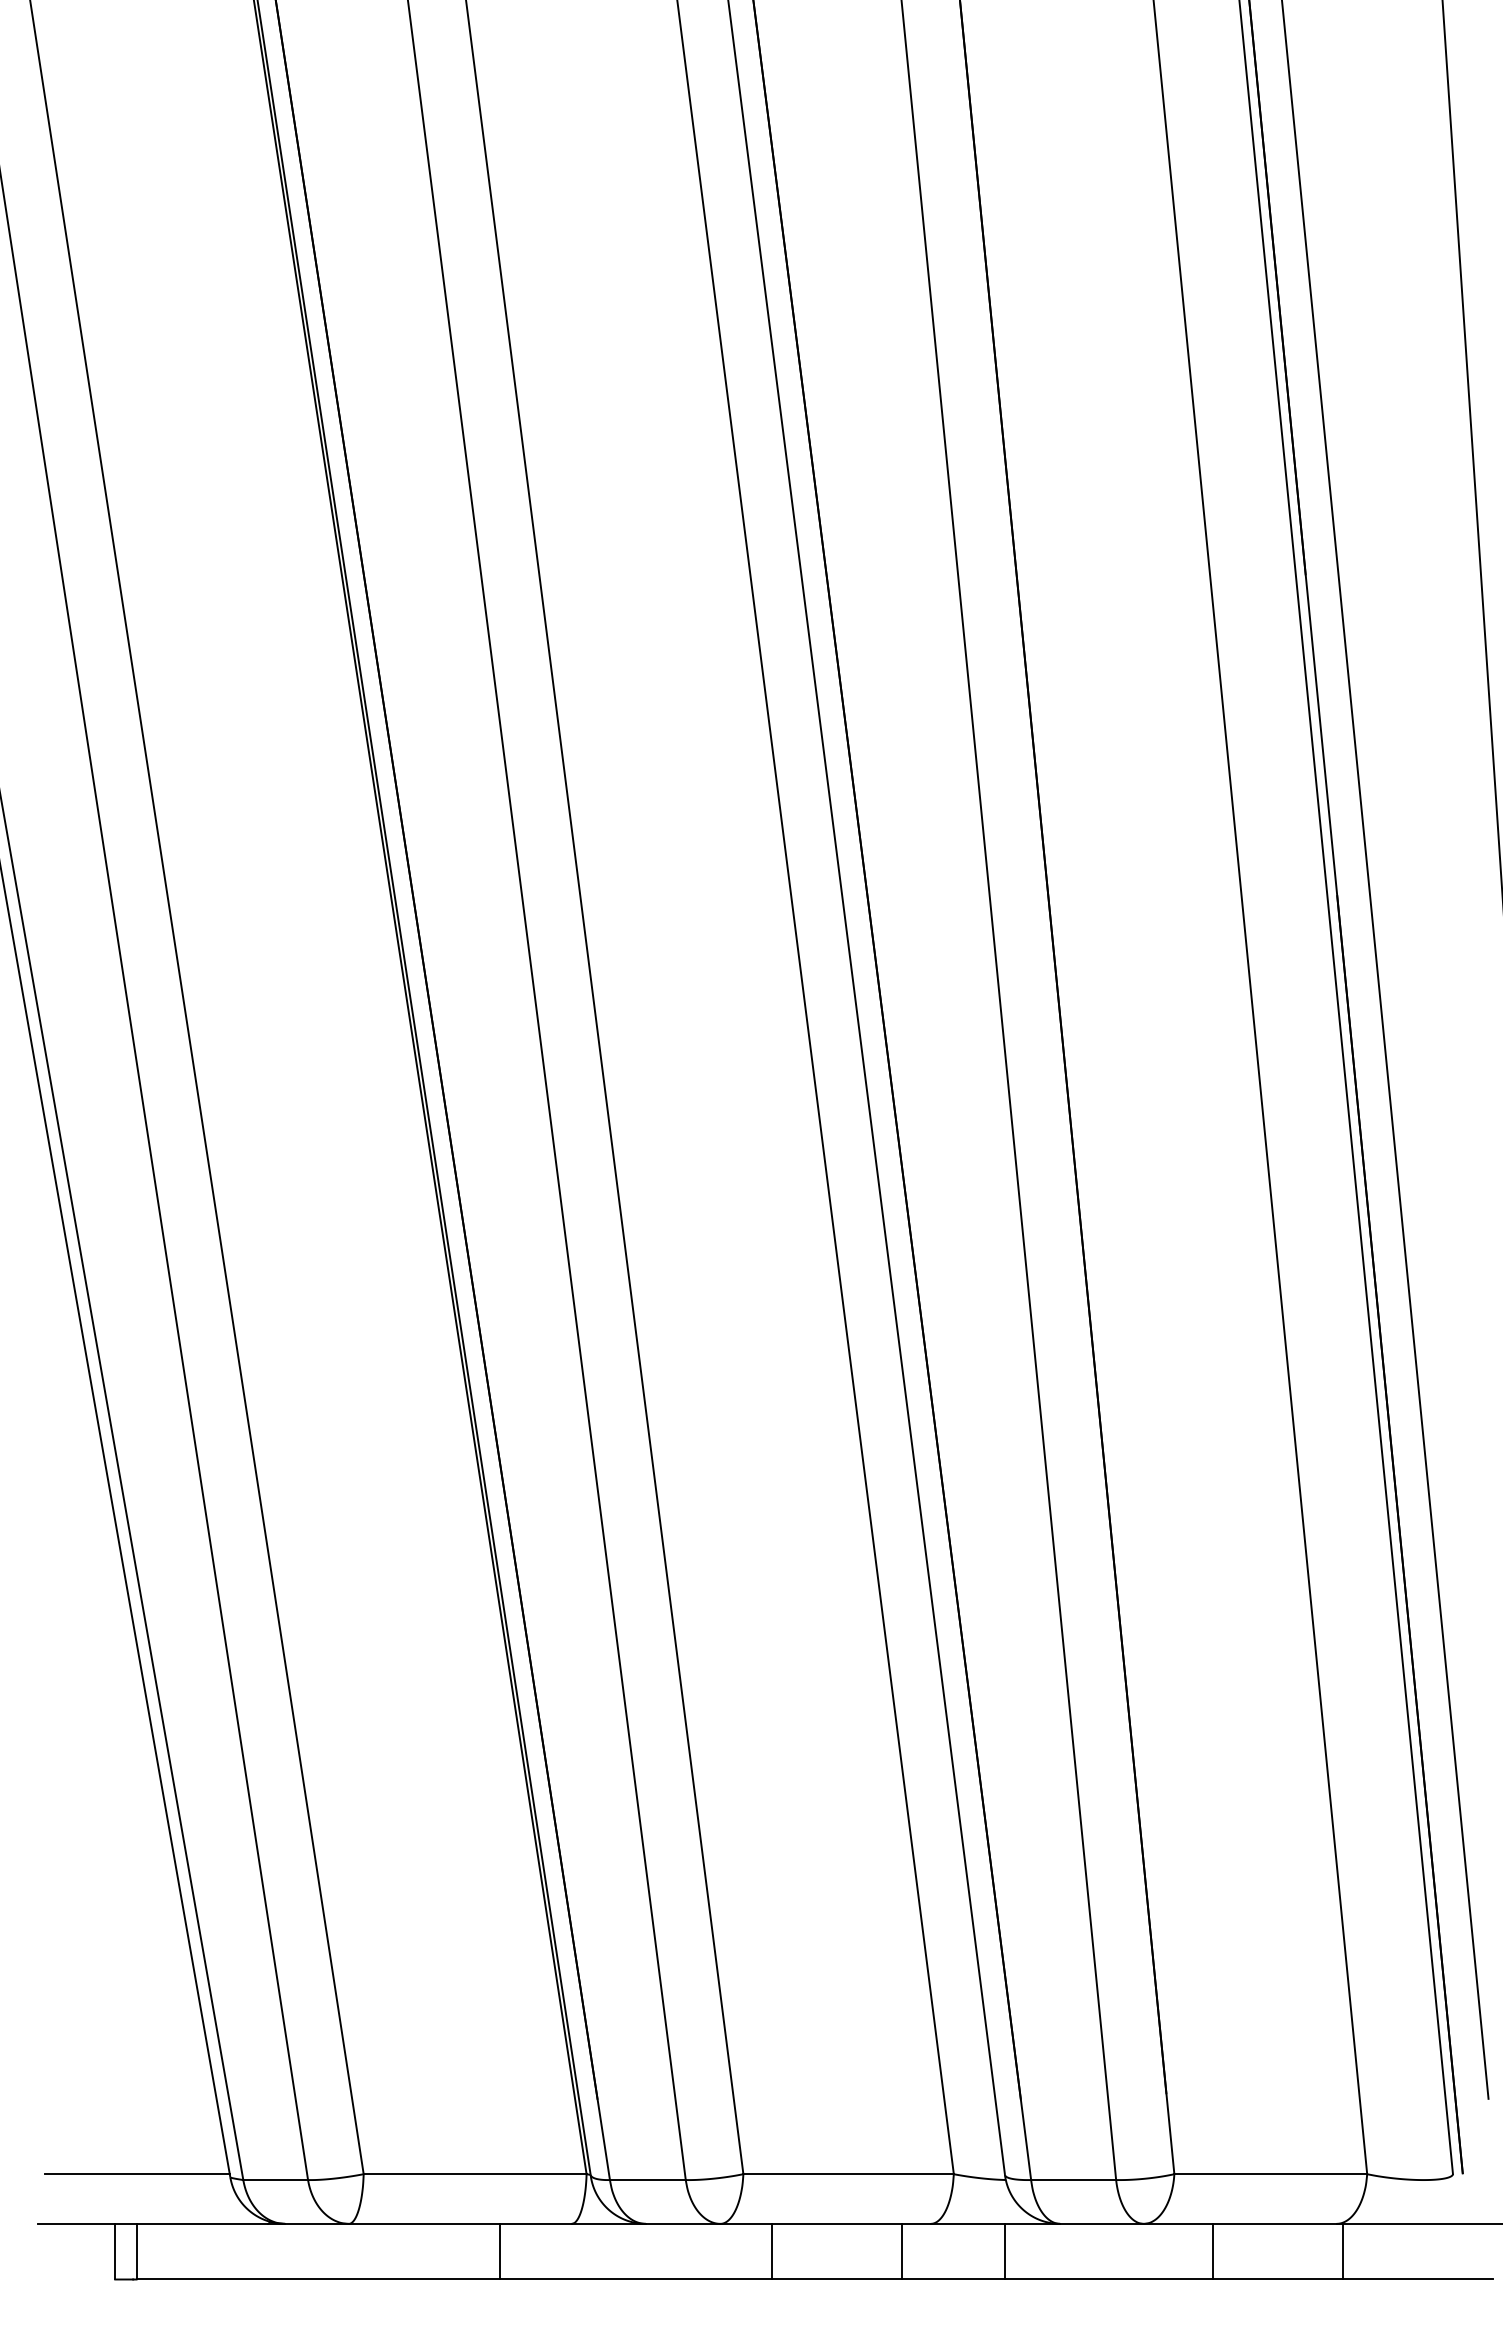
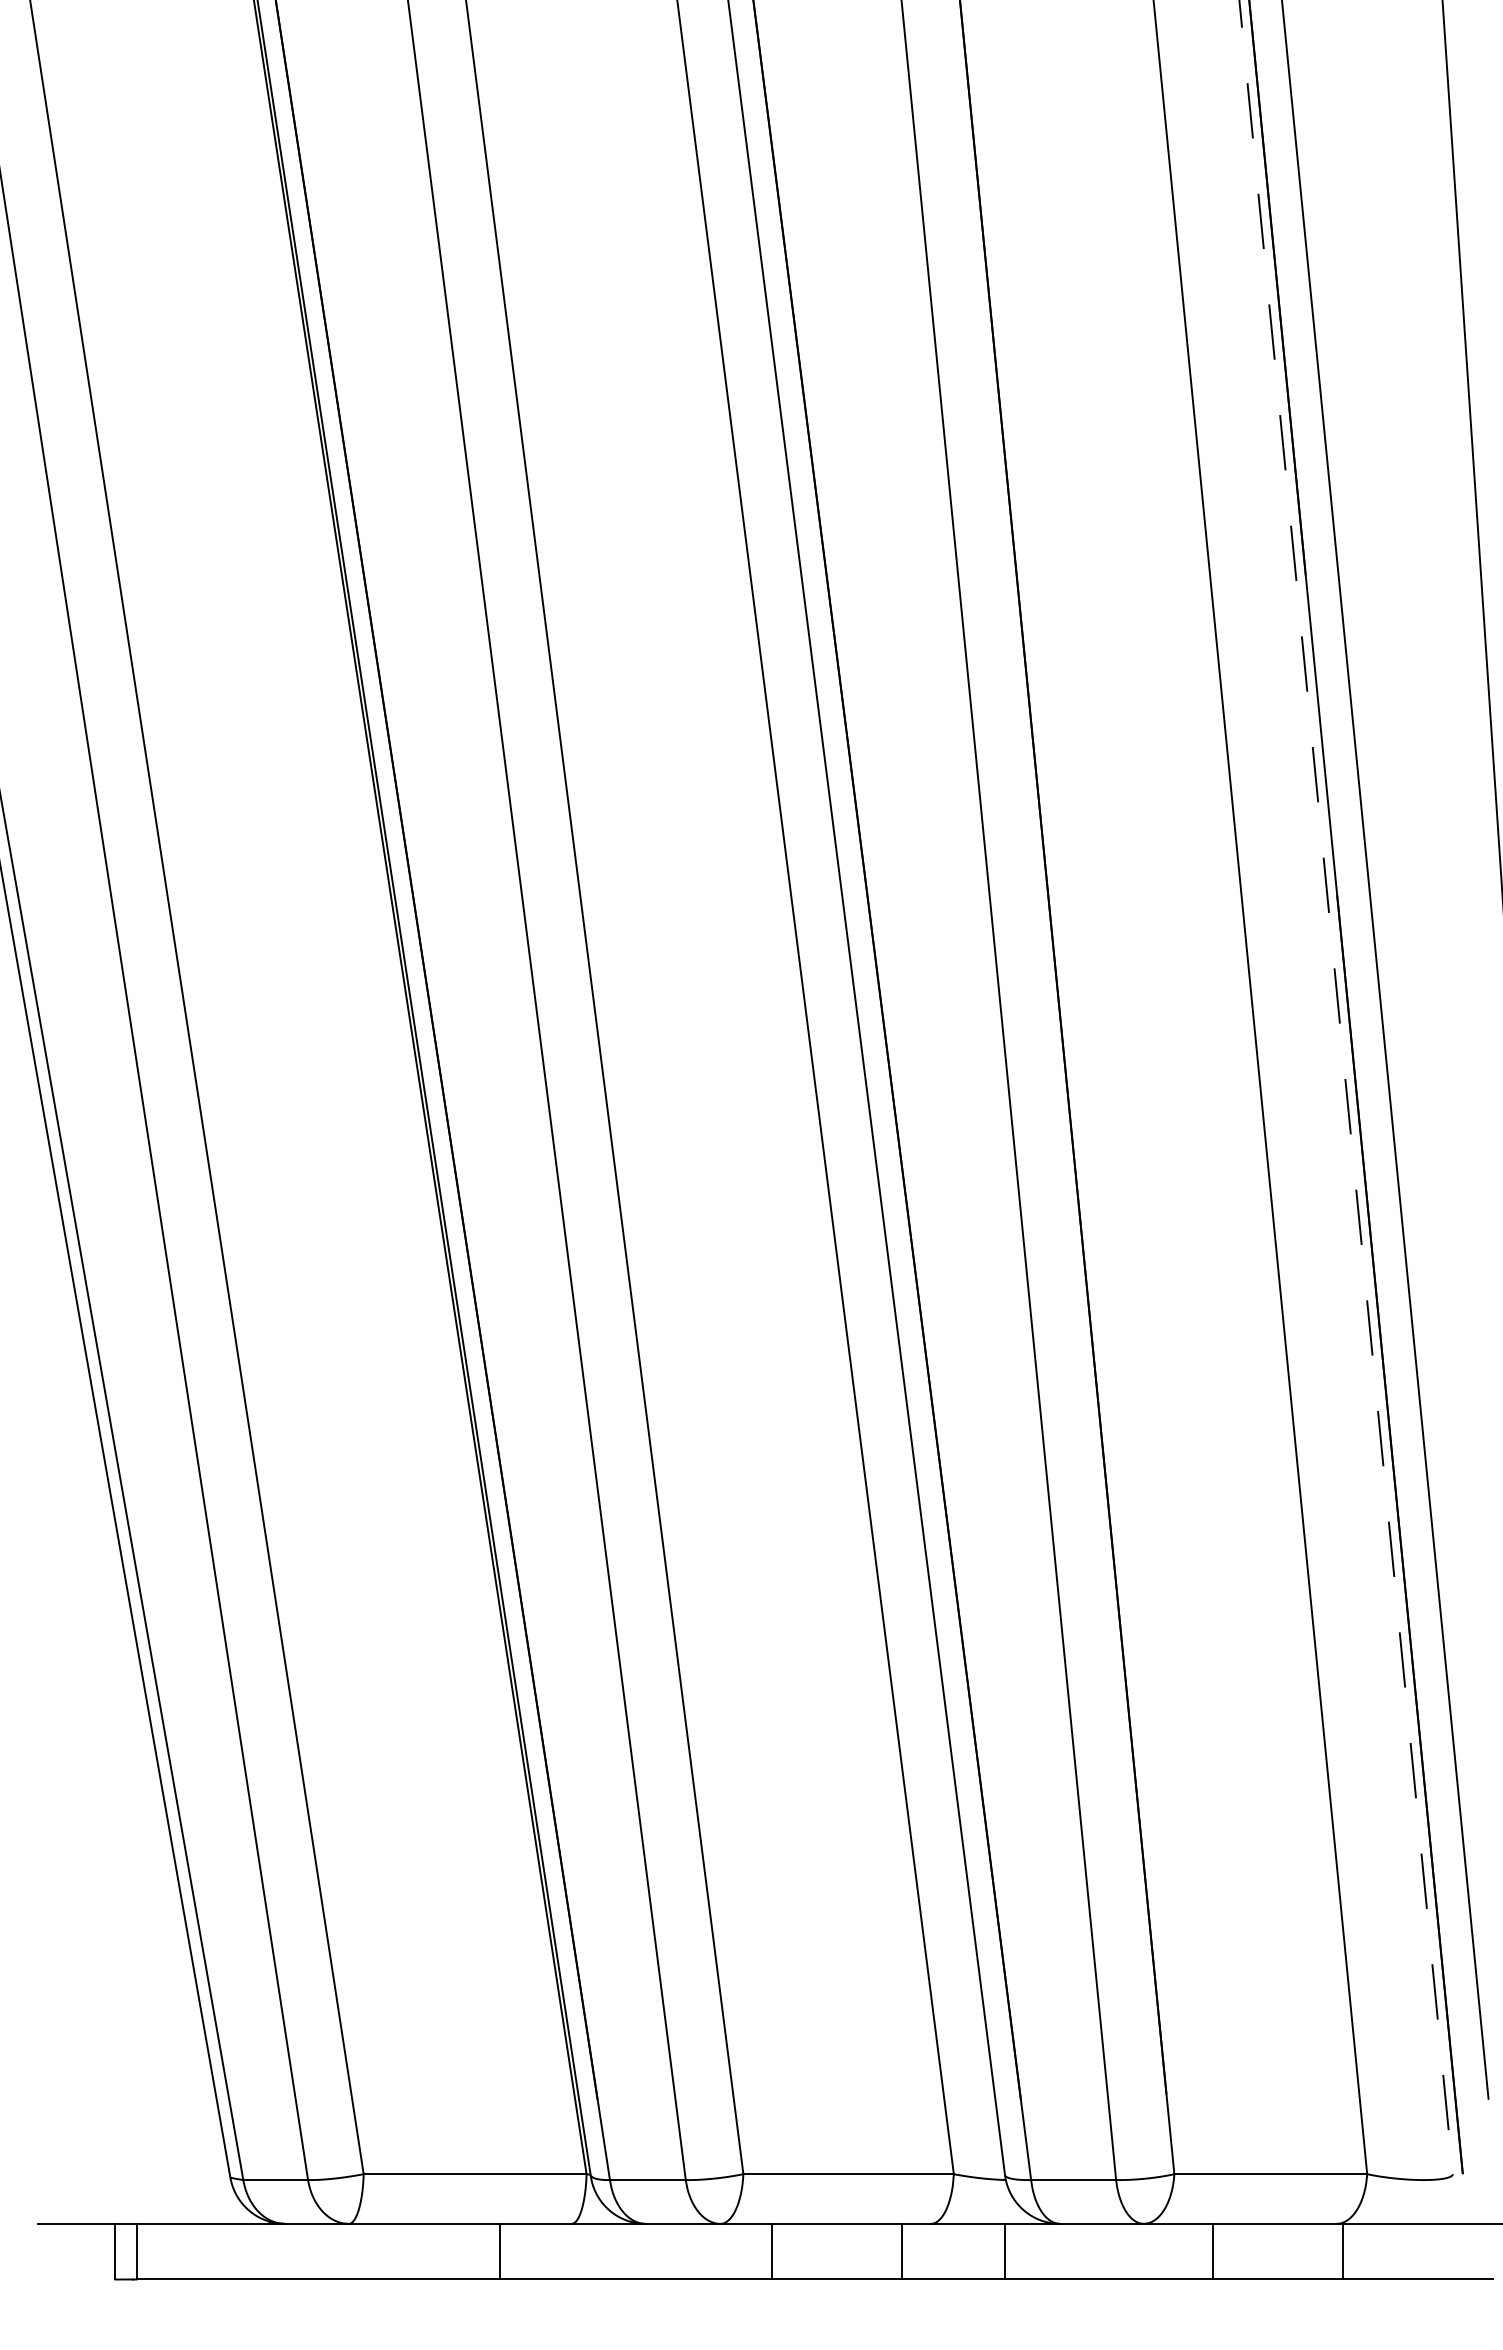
line at (1346, 1087): solid -> dashed
line at (136, 2174): present -> none
